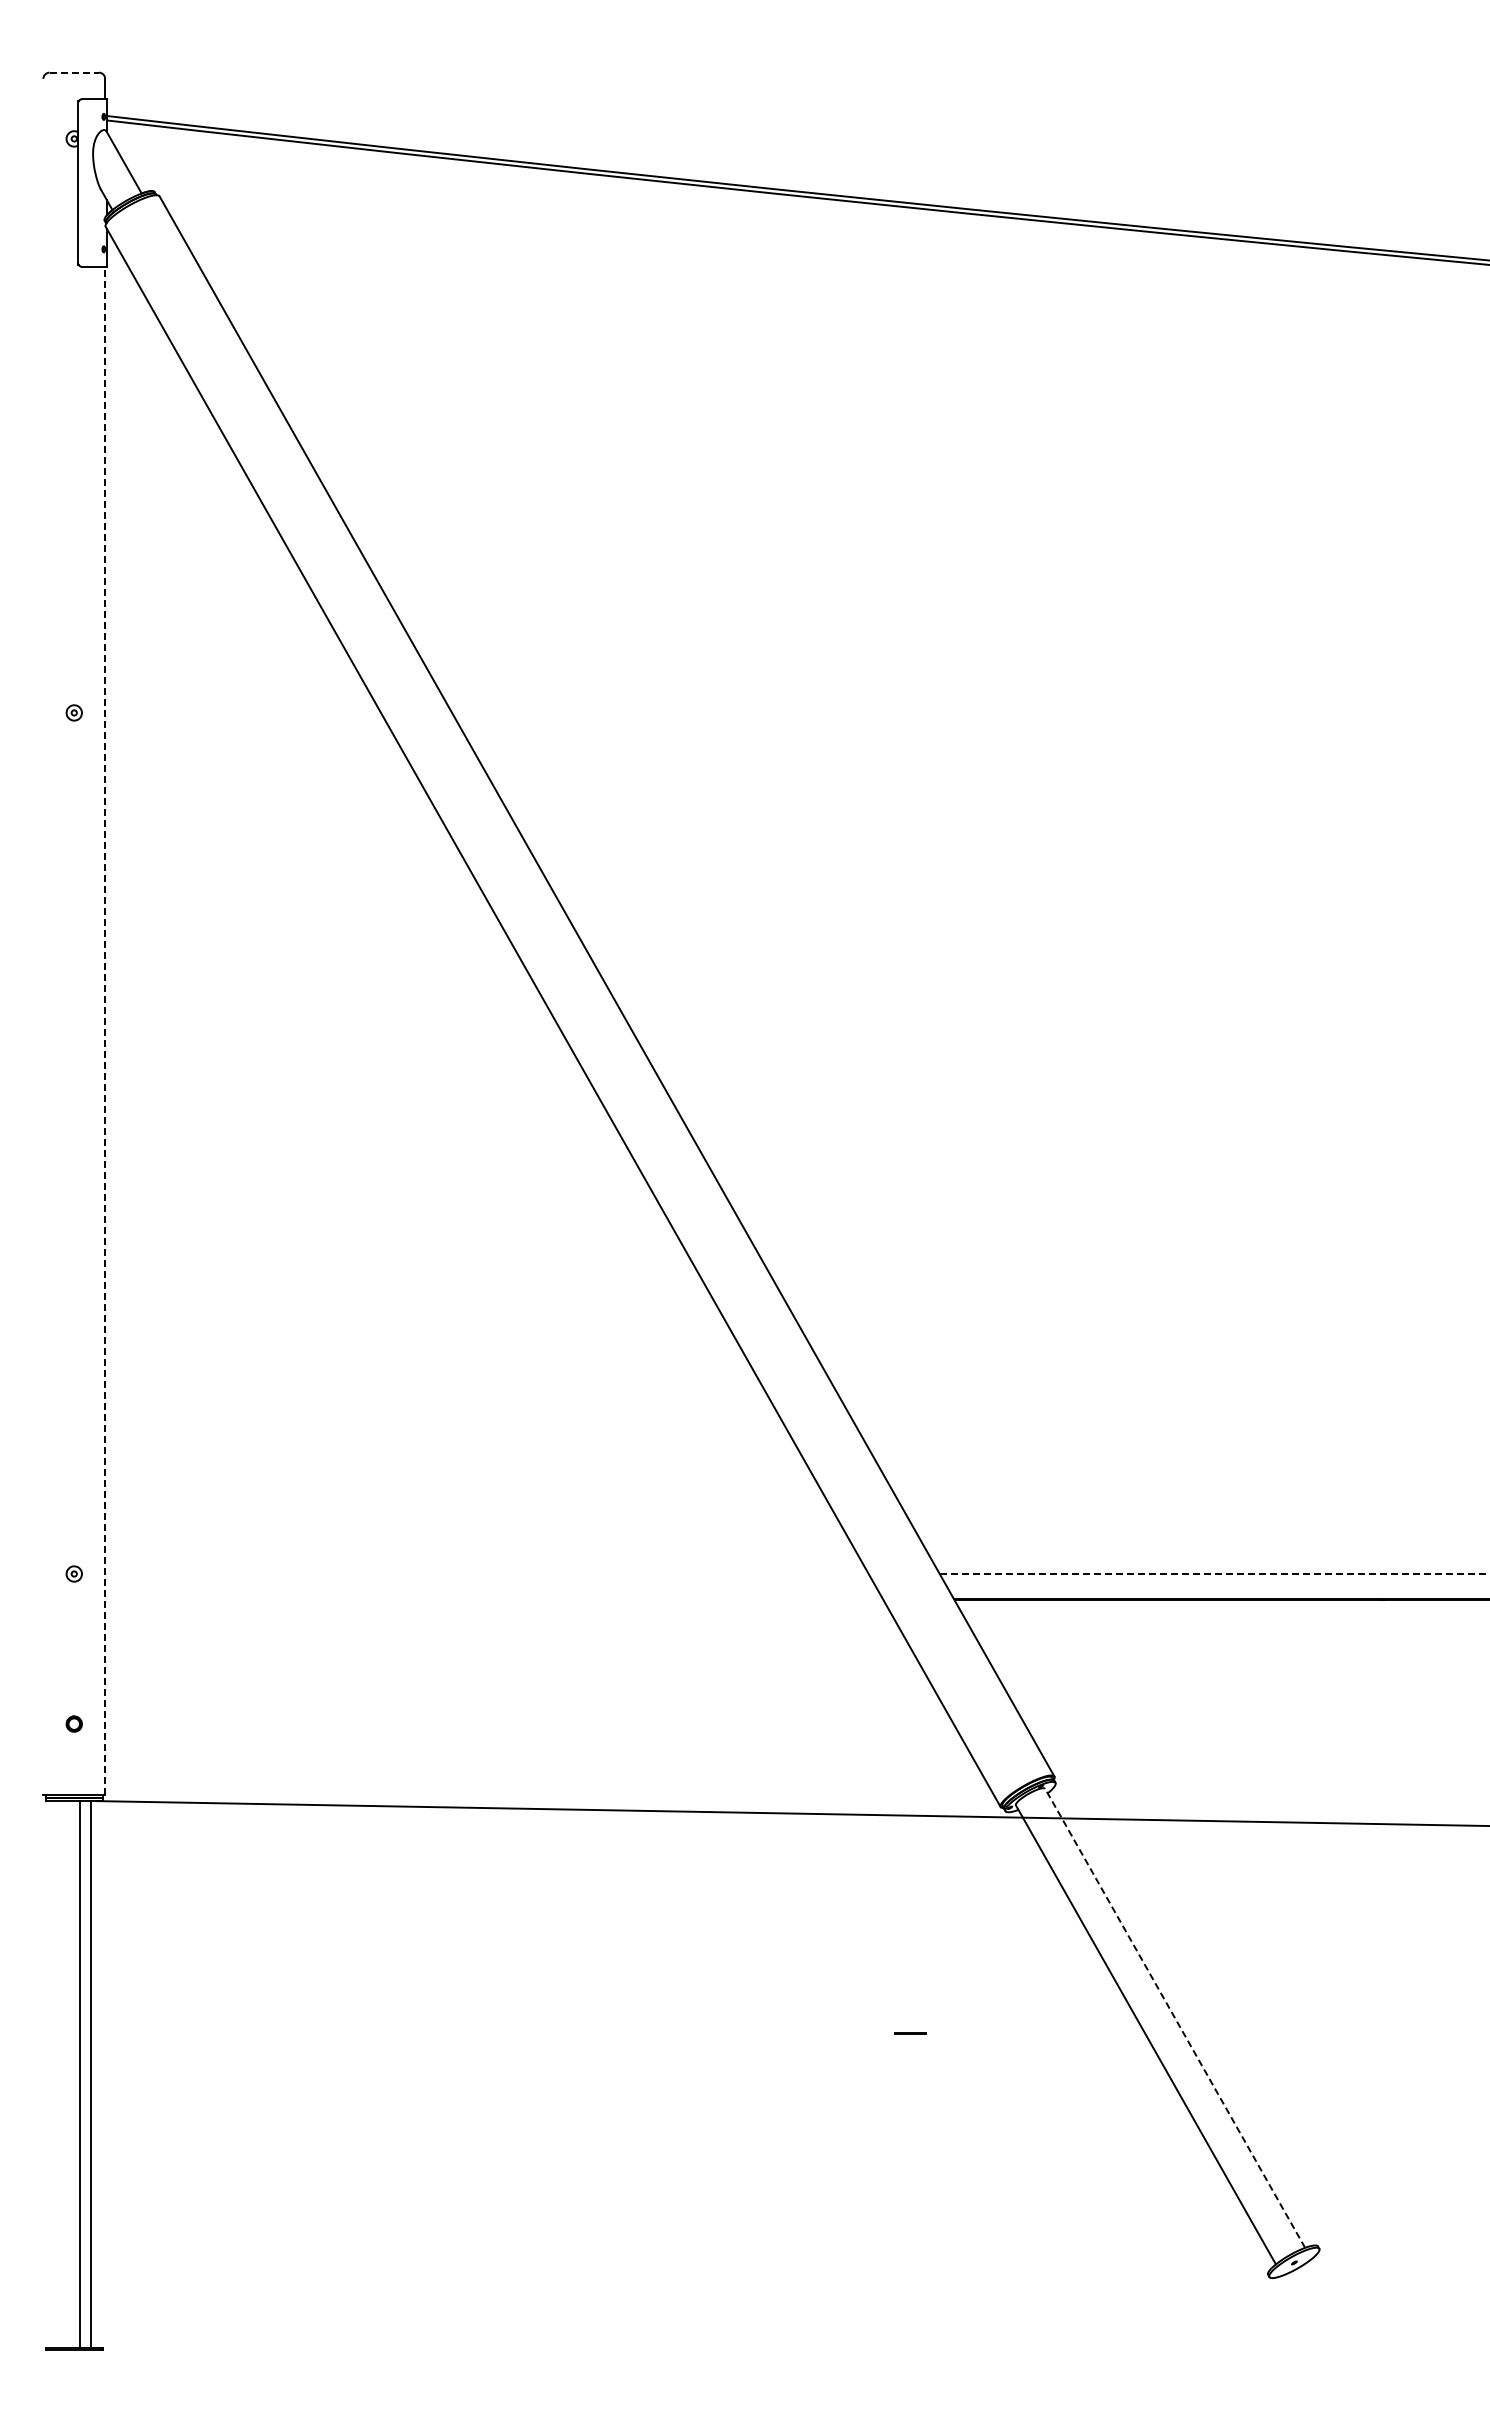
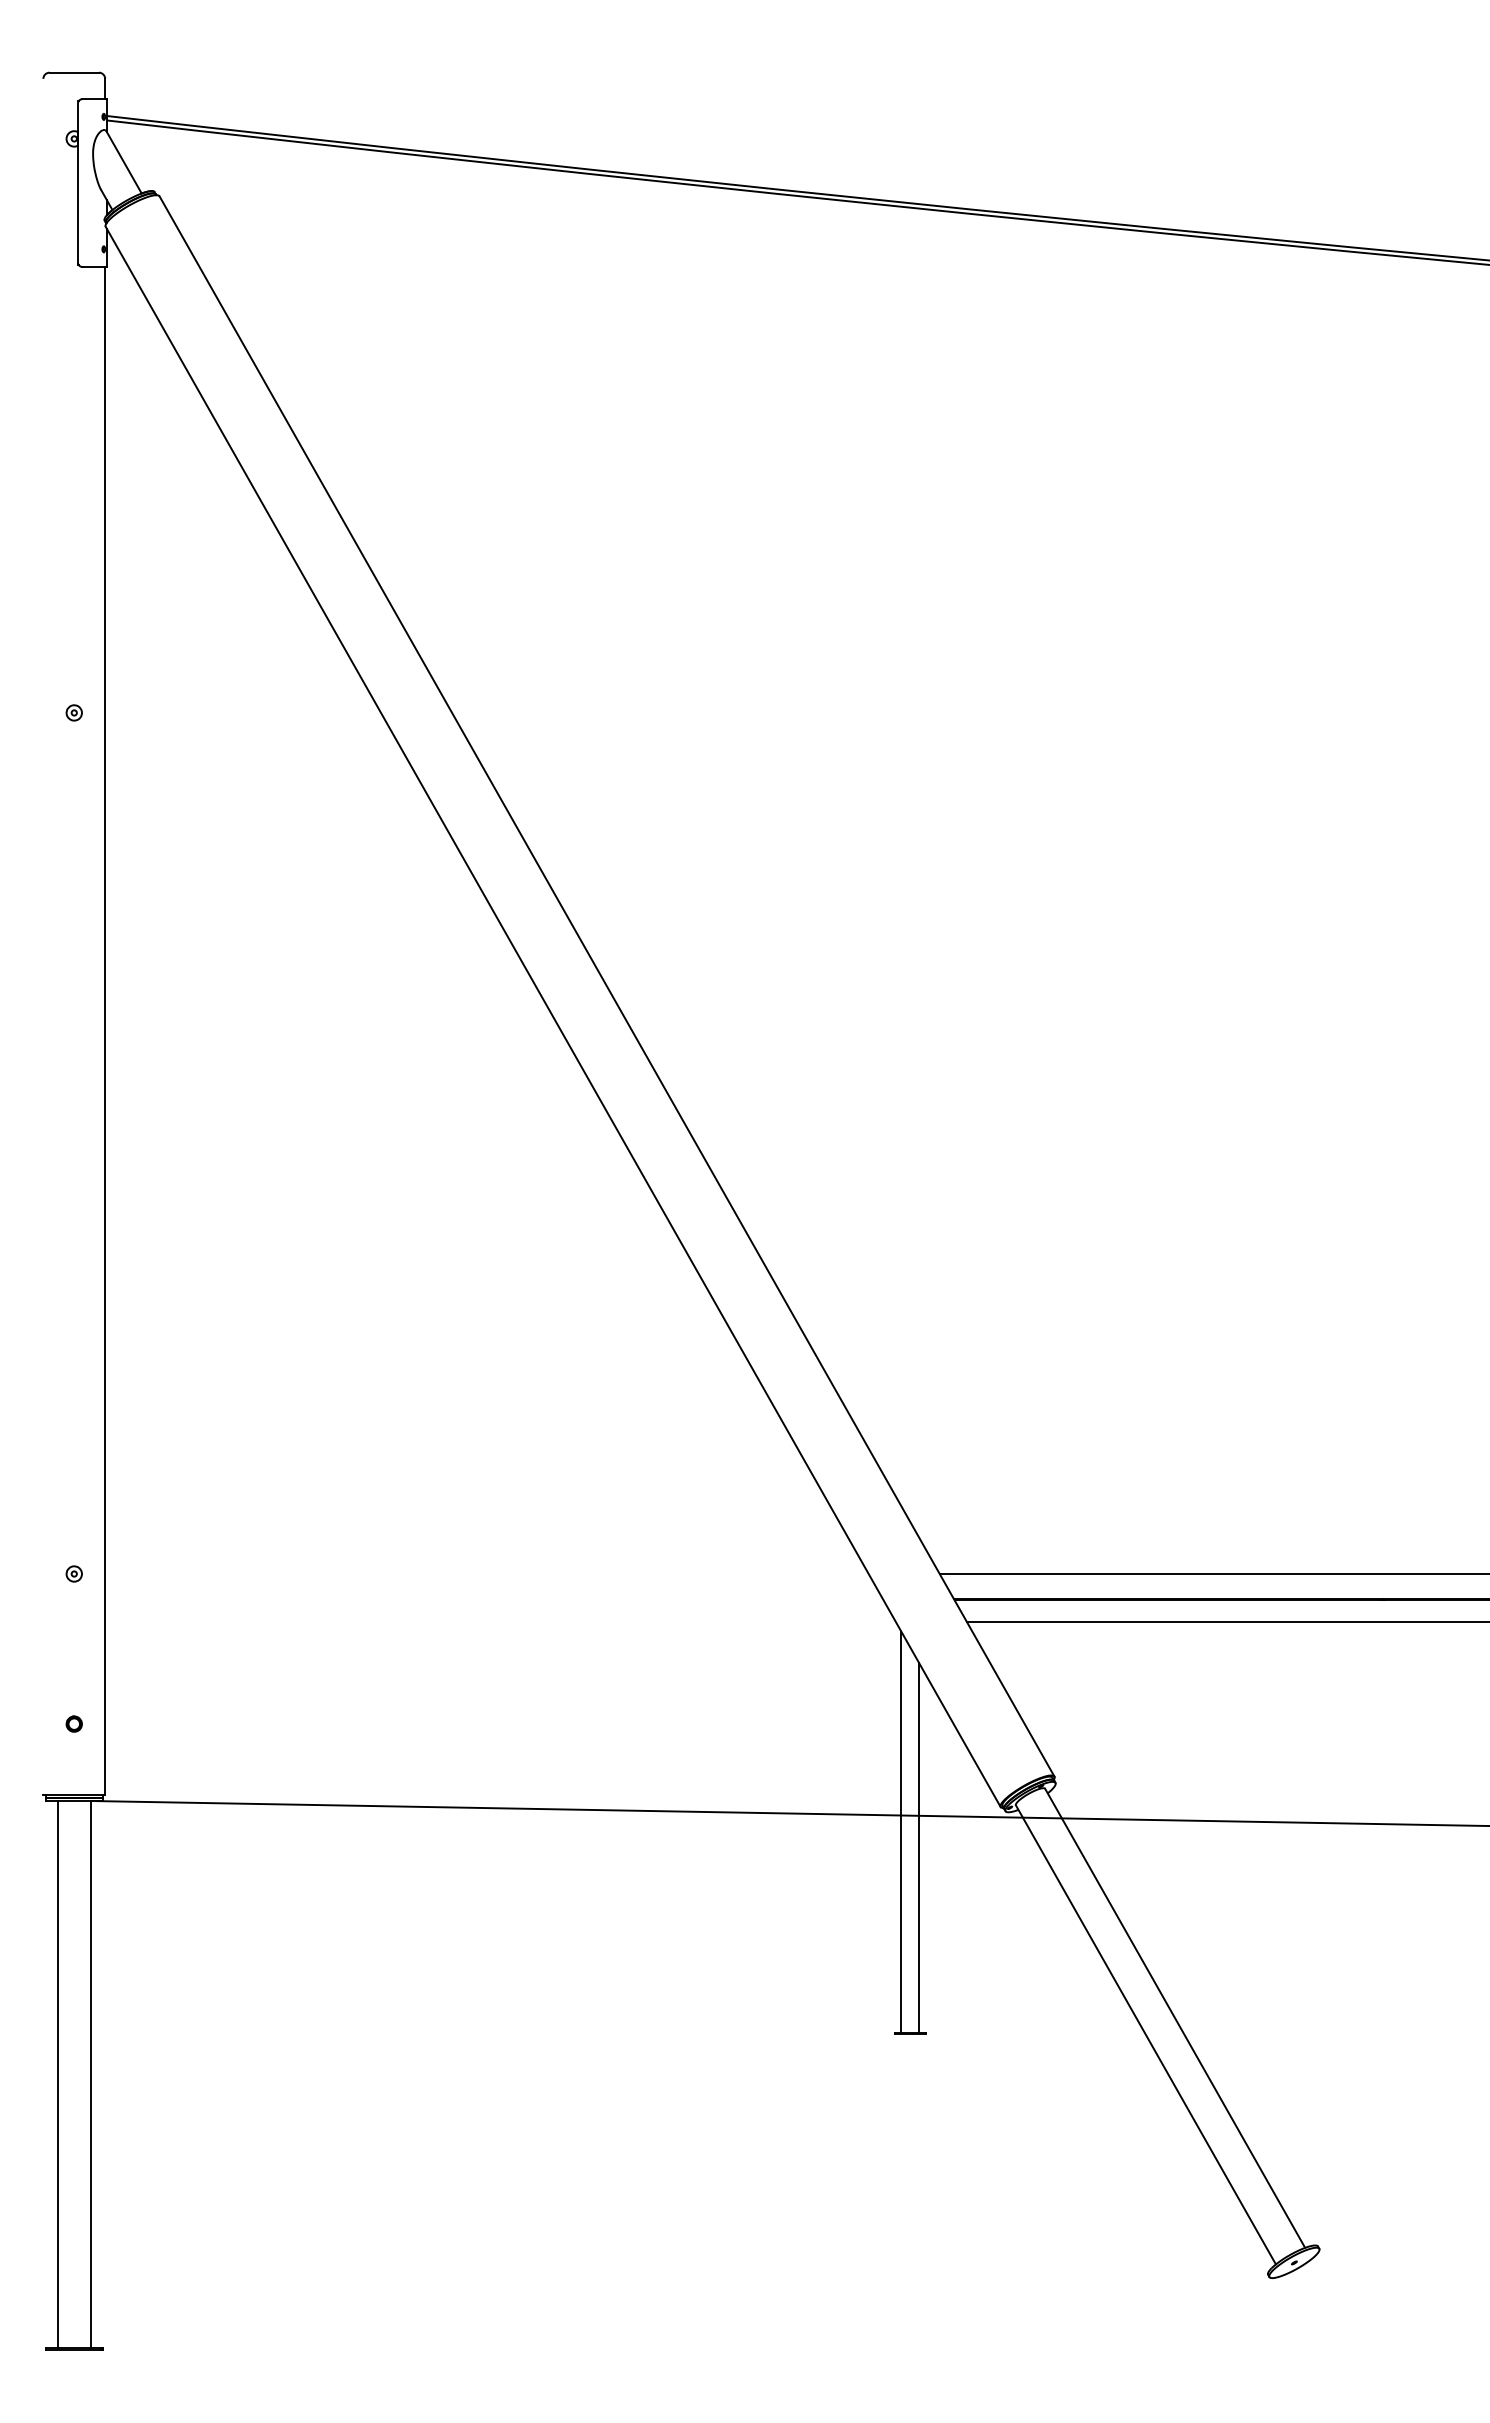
line at (74, 72): dashed -> solid
line at (105, 1030): dashed -> solid
line at (1214, 1574): dashed -> solid
line at (1226, 1622): none -> present
line at (901, 1831): none -> present
line at (919, 1847): none -> present
line at (1175, 2018): dashed -> solid
line at (79, 2074) position: (79, 2074) -> (57, 2074)
